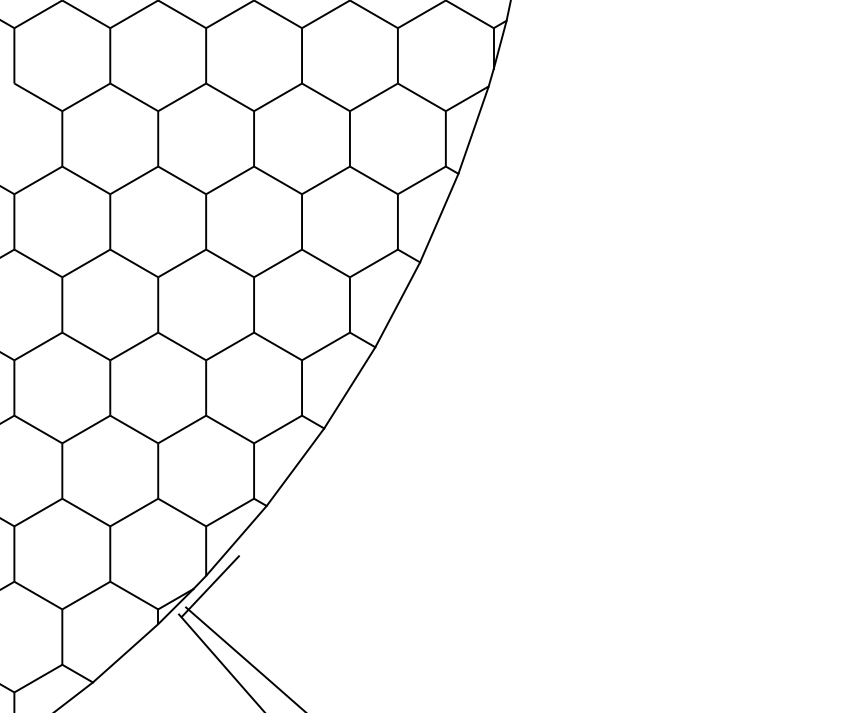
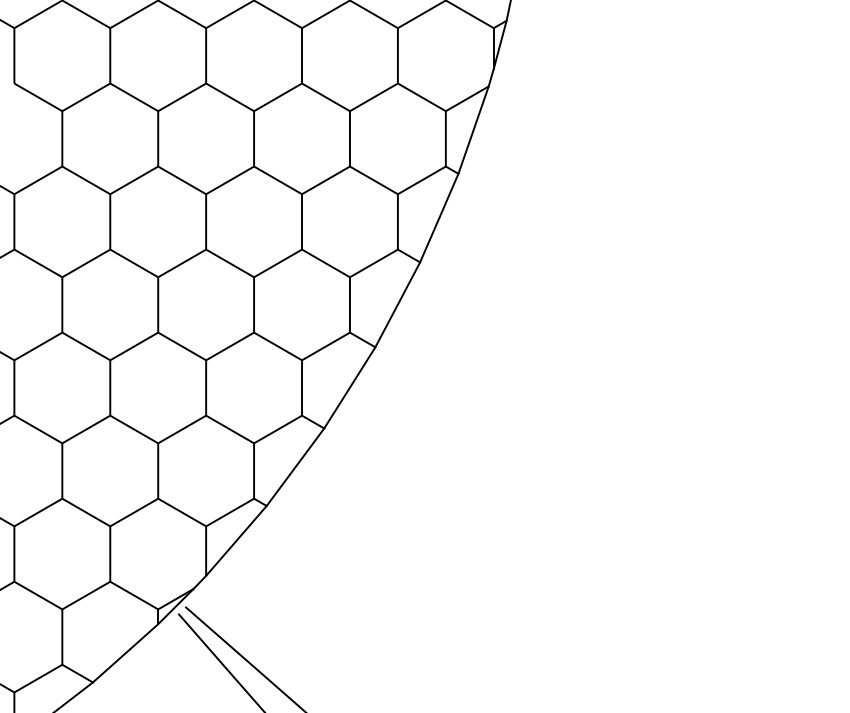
line at (210, 586): present -> none
